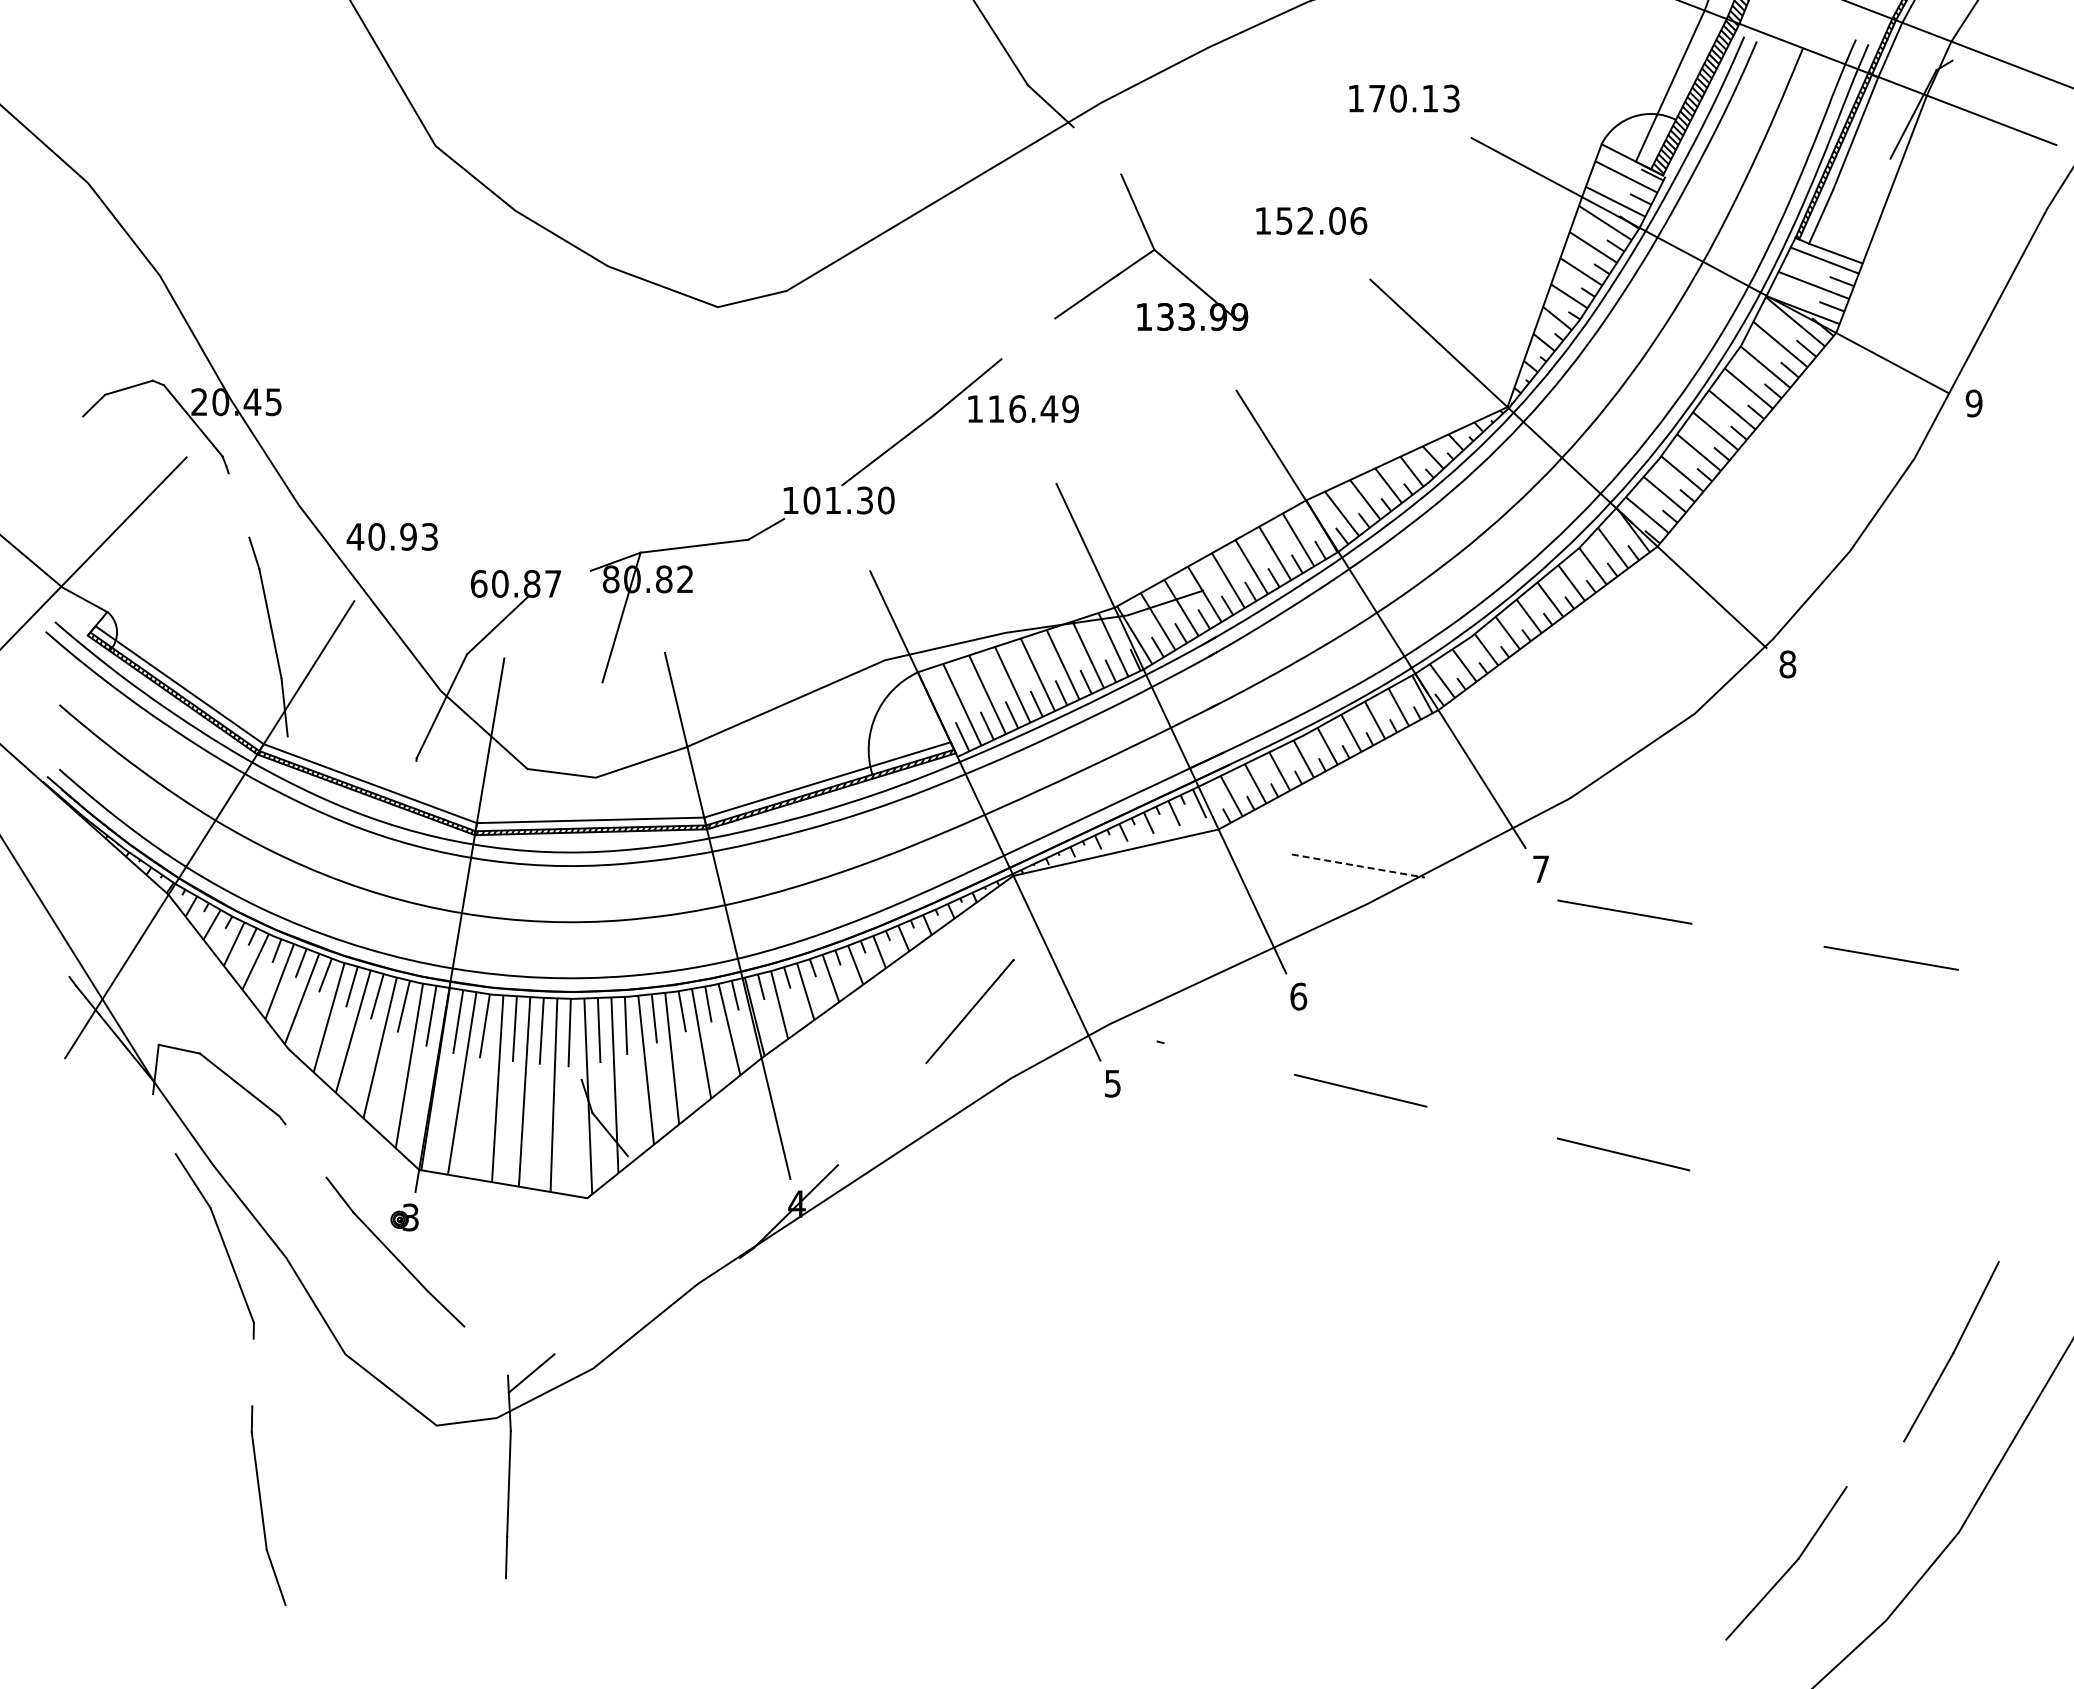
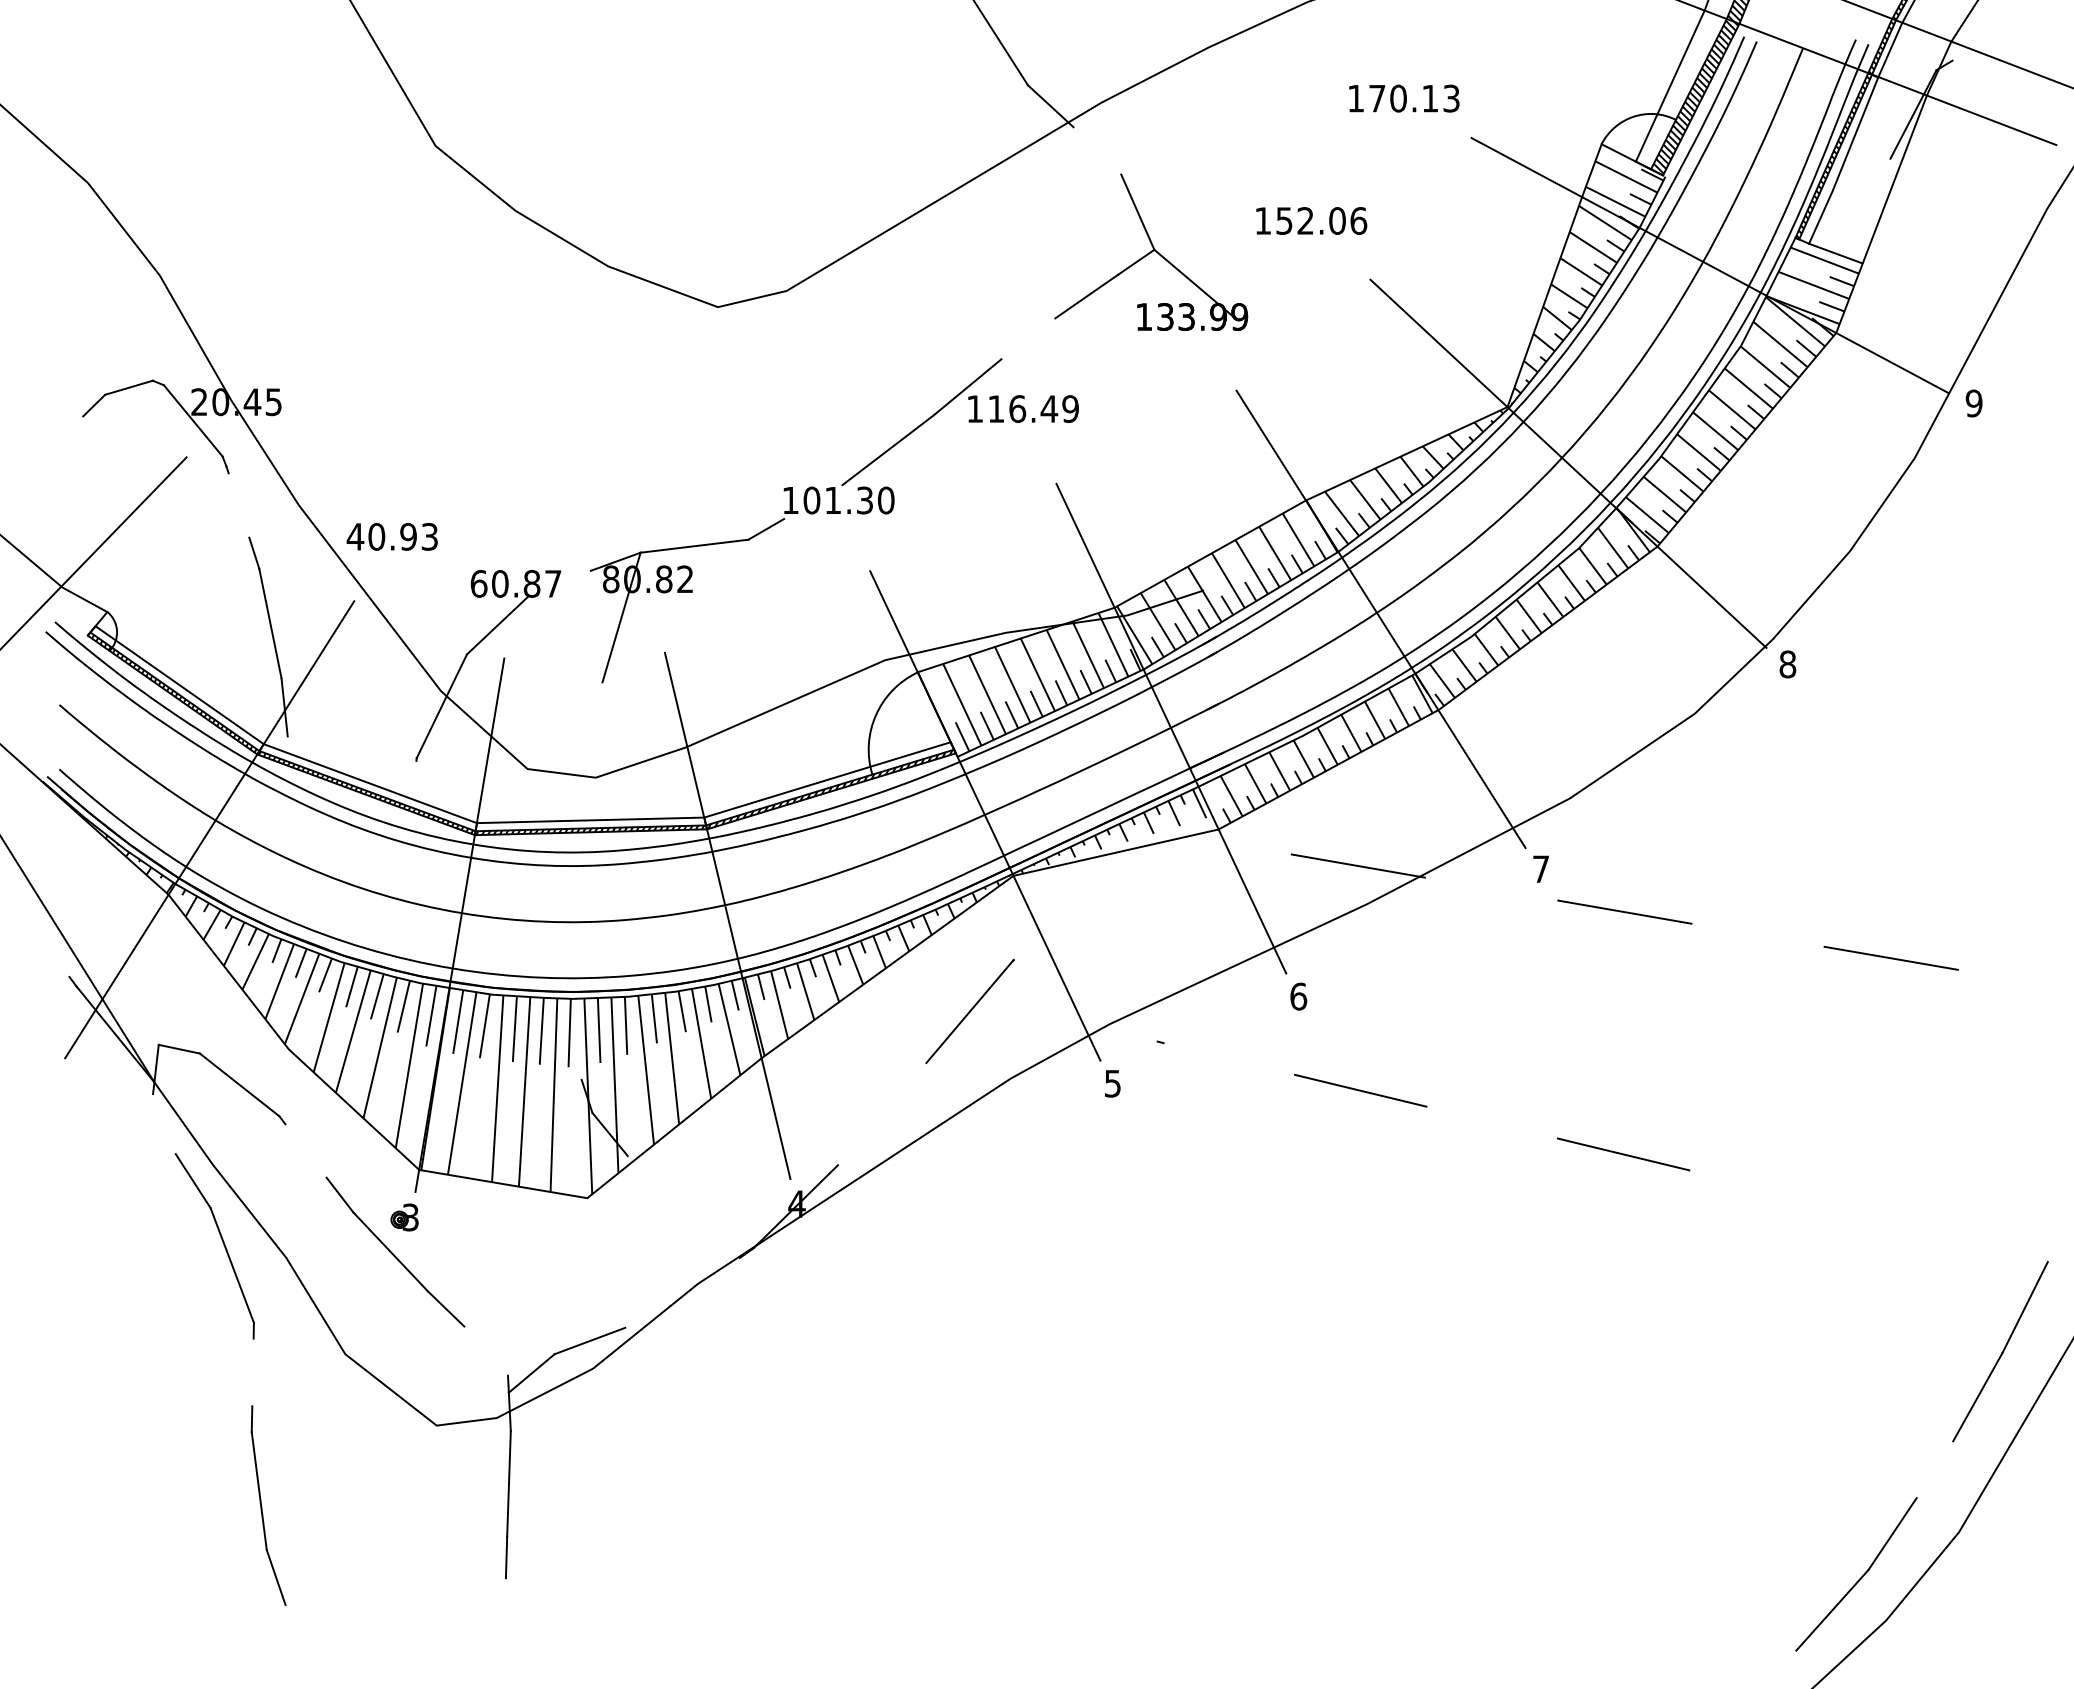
line at (1358, 866): dashed -> solid
line at (589, 1340): none -> present
part at (1951, 1351) position: (1951, 1351) -> (2000, 1351)
part at (1786, 1563) position: (1786, 1563) -> (1856, 1574)
